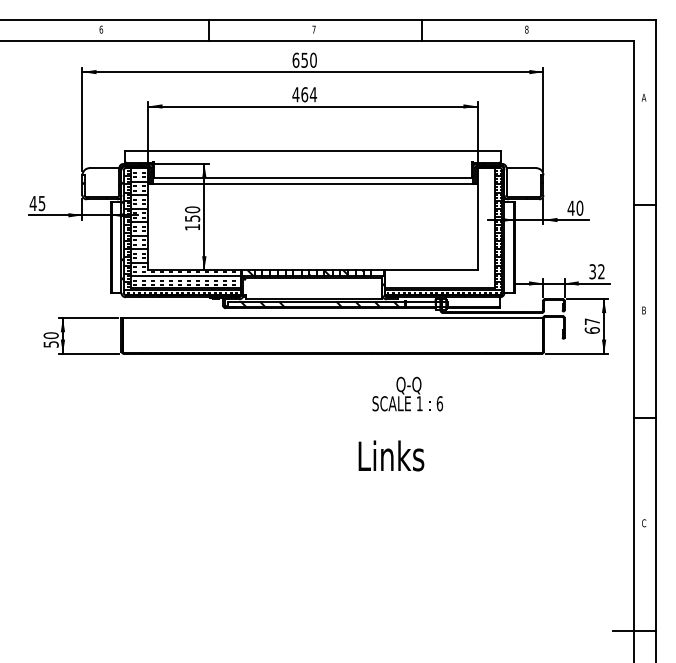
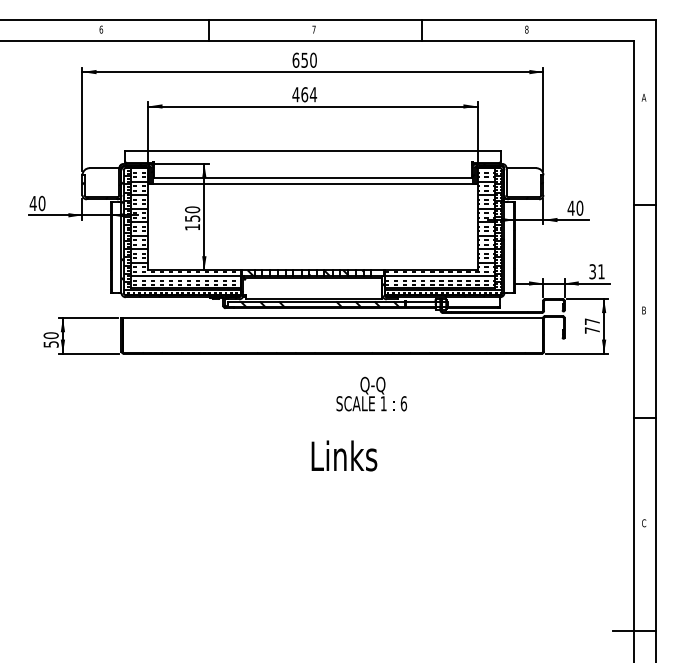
text at (41, 203): 45 -> 40
hatch at (439, 226): none -> present
text at (601, 271): 32 -> 31
text at (591, 330): 67 -> 77
text at (407, 393) position: (407, 393) -> (371, 393)
text at (391, 455) position: (391, 455) -> (344, 455)
